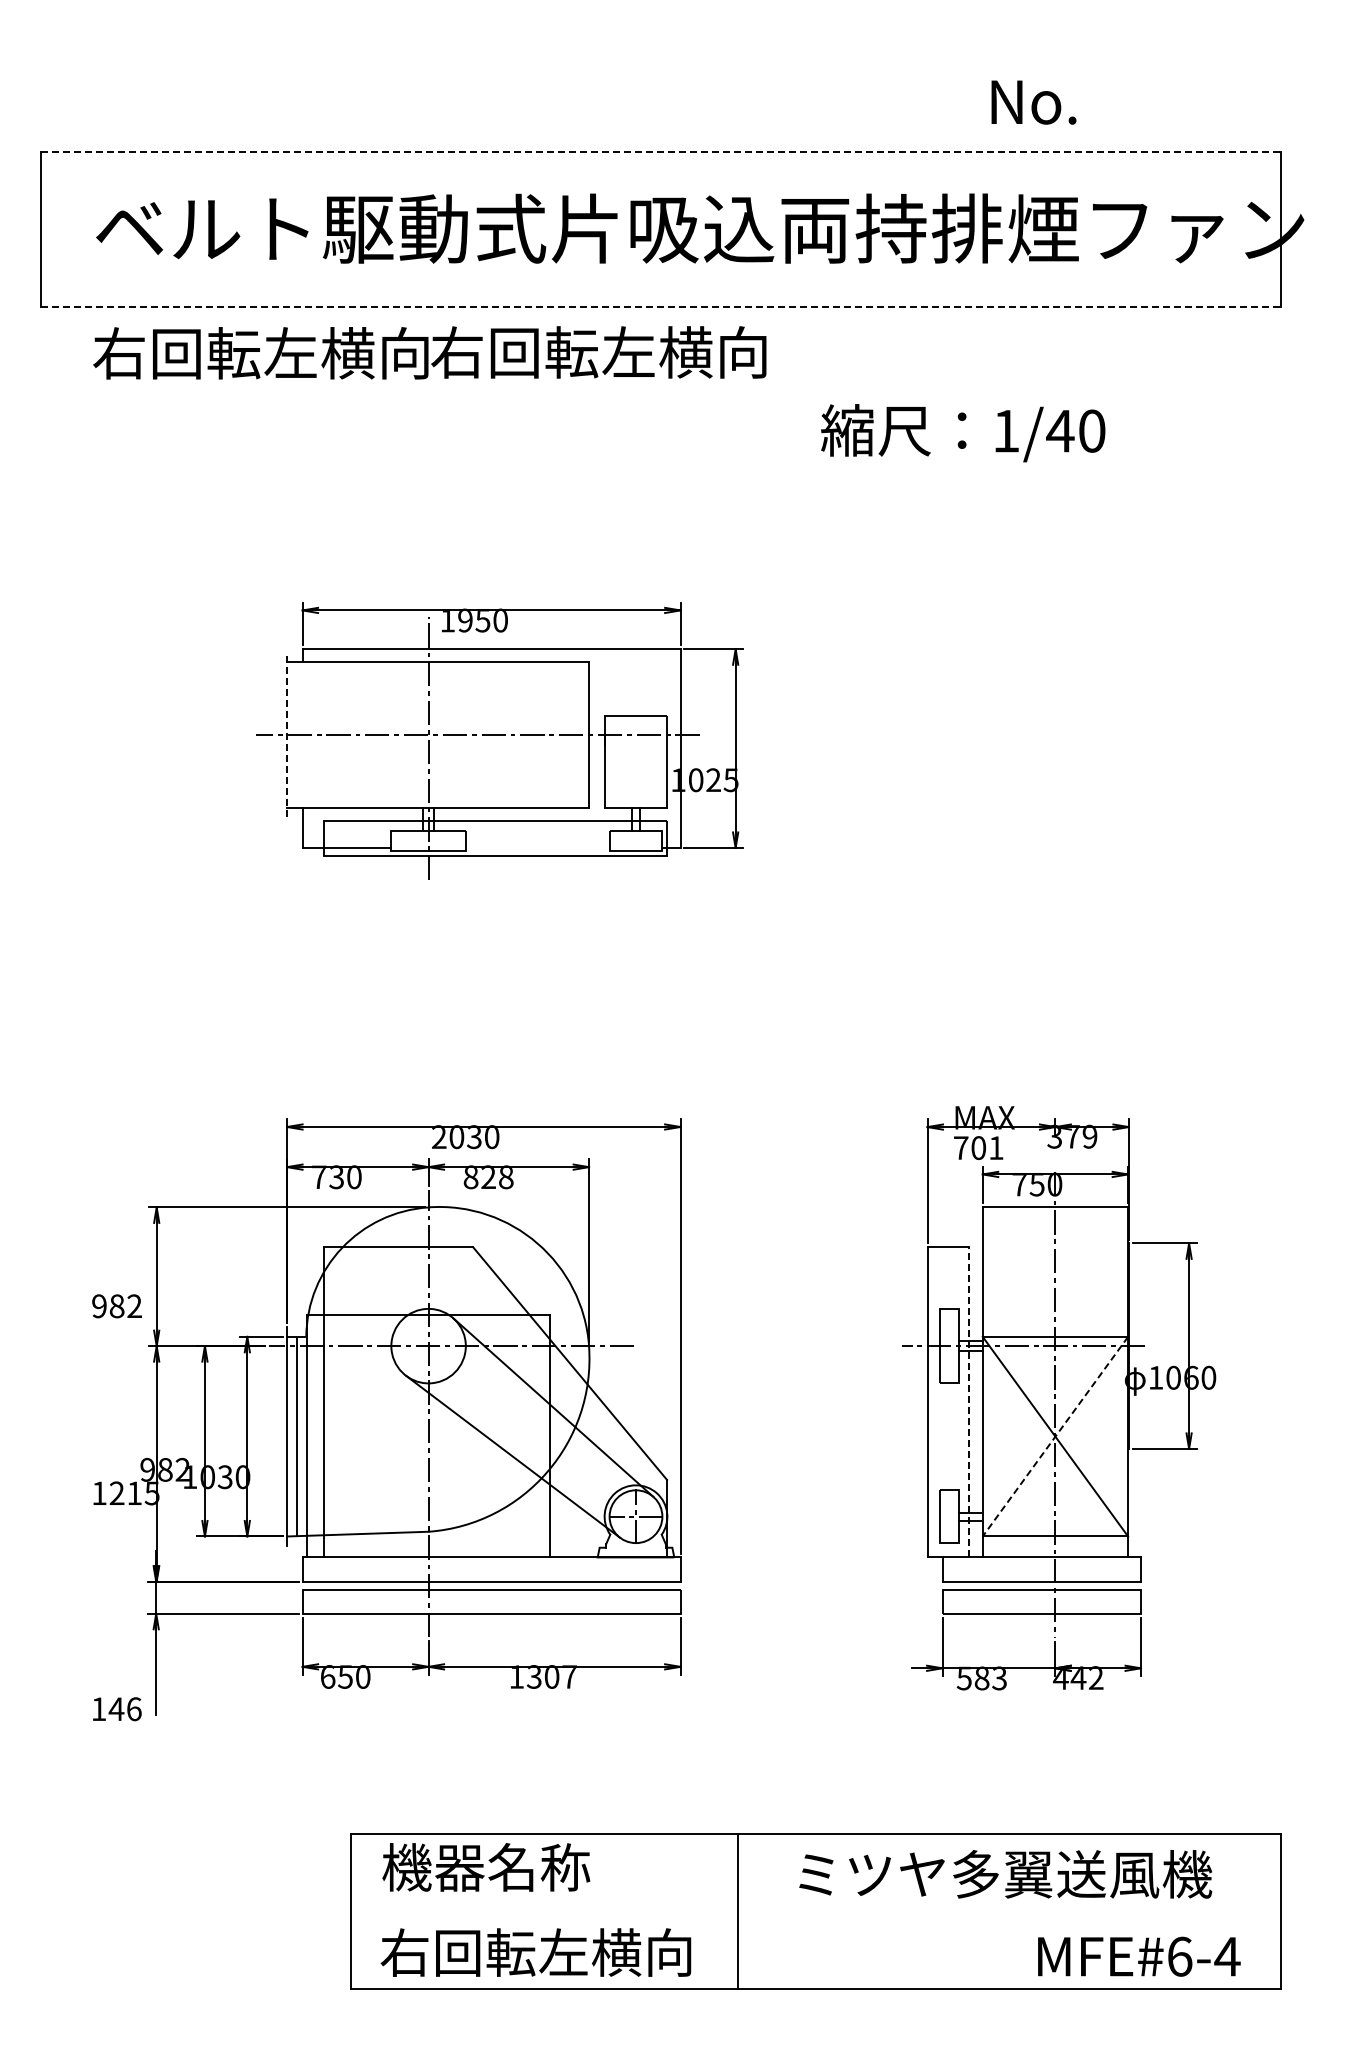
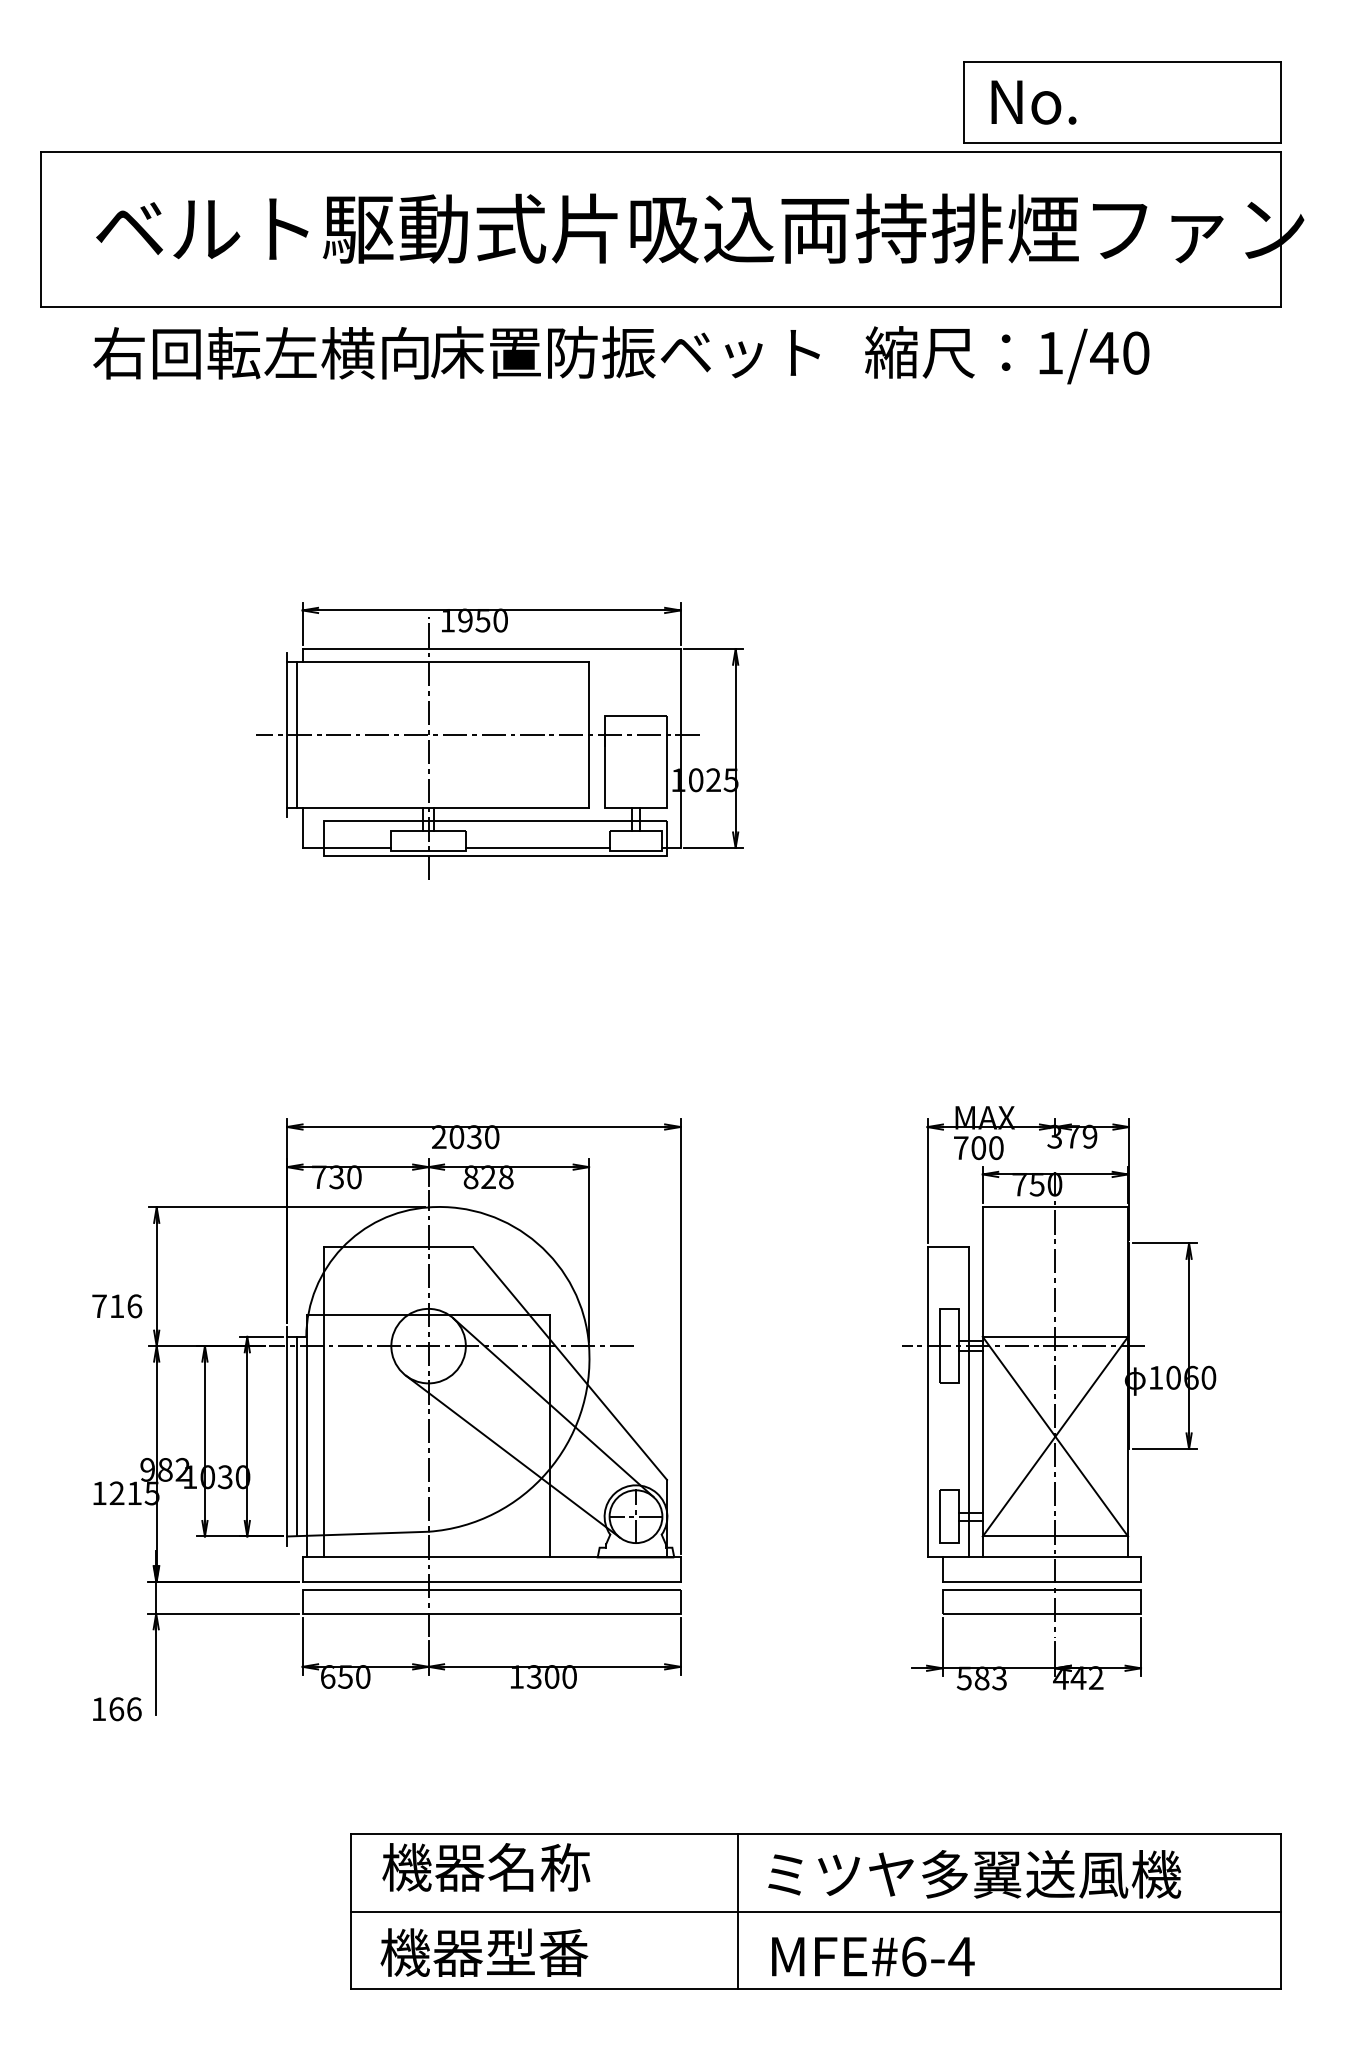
part at (1122, 102): none -> present
line at (661, 152): dashed -> solid
line at (661, 307): dashed -> solid
text at (625, 352): 右回転左横向 -> 床置防振ベット
text at (963, 433) position: (963, 433) -> (1007, 355)
line at (287, 734): dashed -> solid
line at (296, 734): none -> present
line at (537, 847): none -> present
text at (996, 1148): 701 -> 700
text at (117, 1306): 982 -> 716
line at (968, 1401): dashed -> solid
line at (1055, 1437): dashed -> solid
text at (569, 1676): 1307 -> 1300
text at (116, 1709): 146 -> 166
text at (1005, 1874) position: (1005, 1874) -> (974, 1874)
line at (815, 1911): none -> present
text at (535, 1952): 右回転左横向 -> 機器型番
text at (1139, 1956) position: (1139, 1956) -> (873, 1956)
